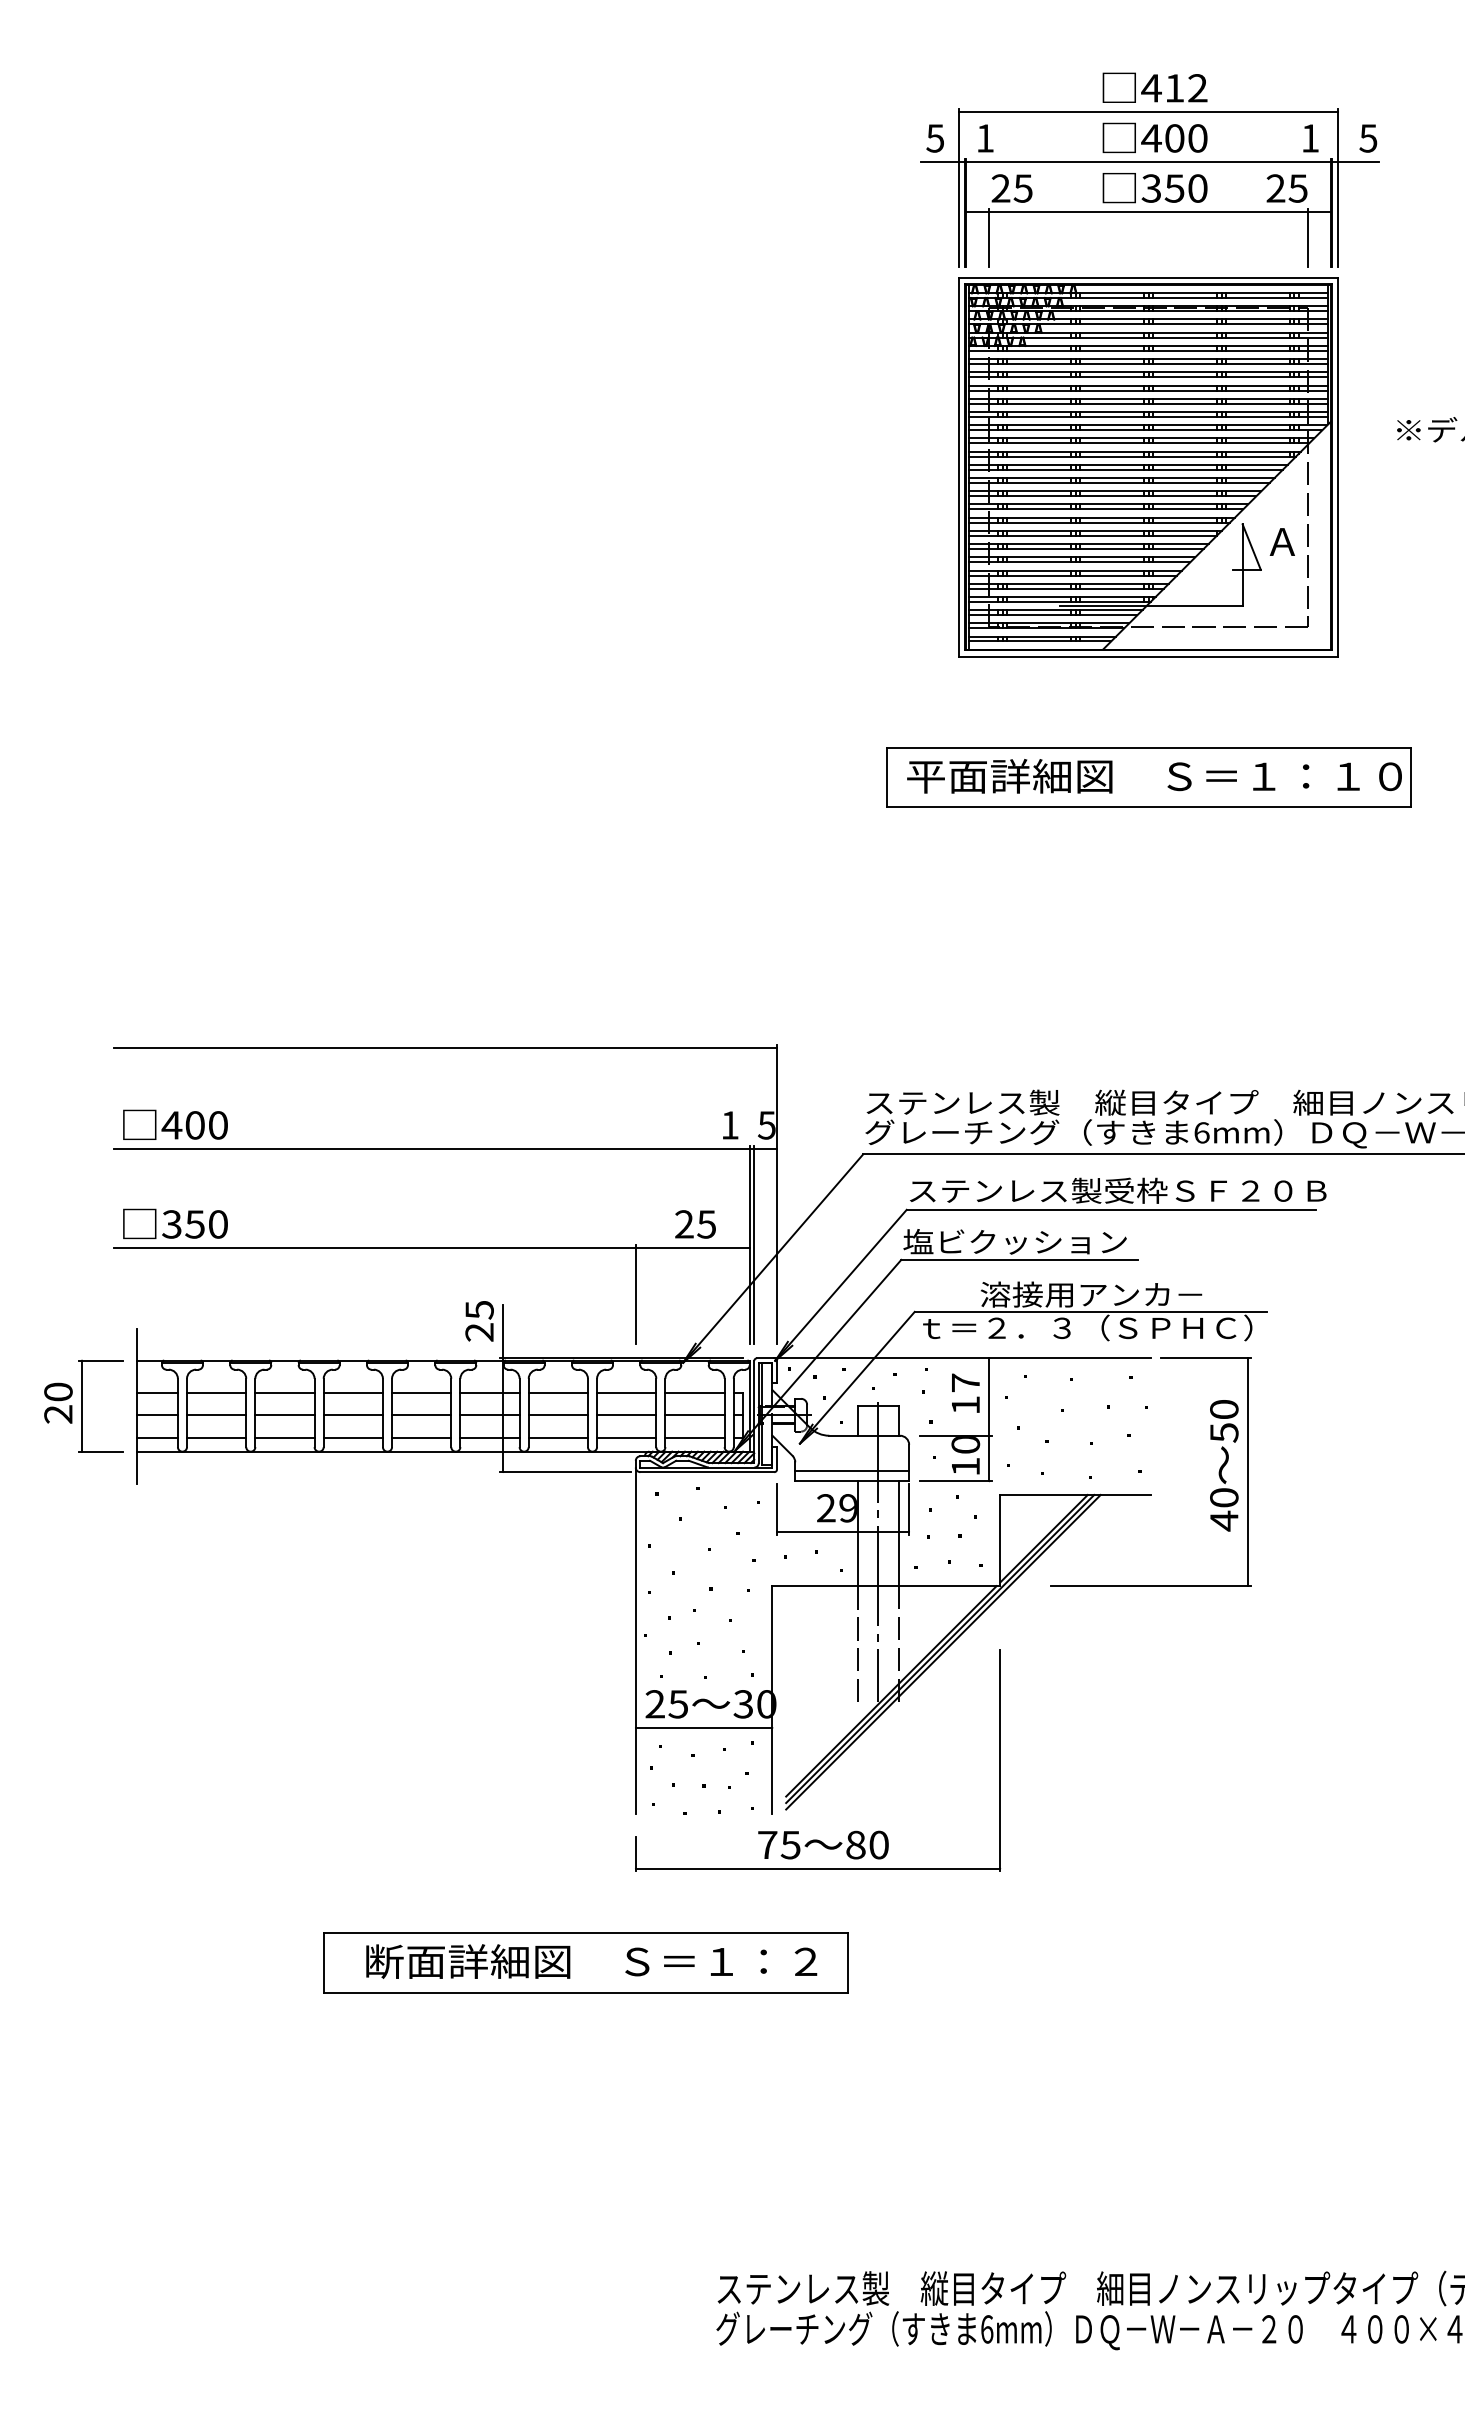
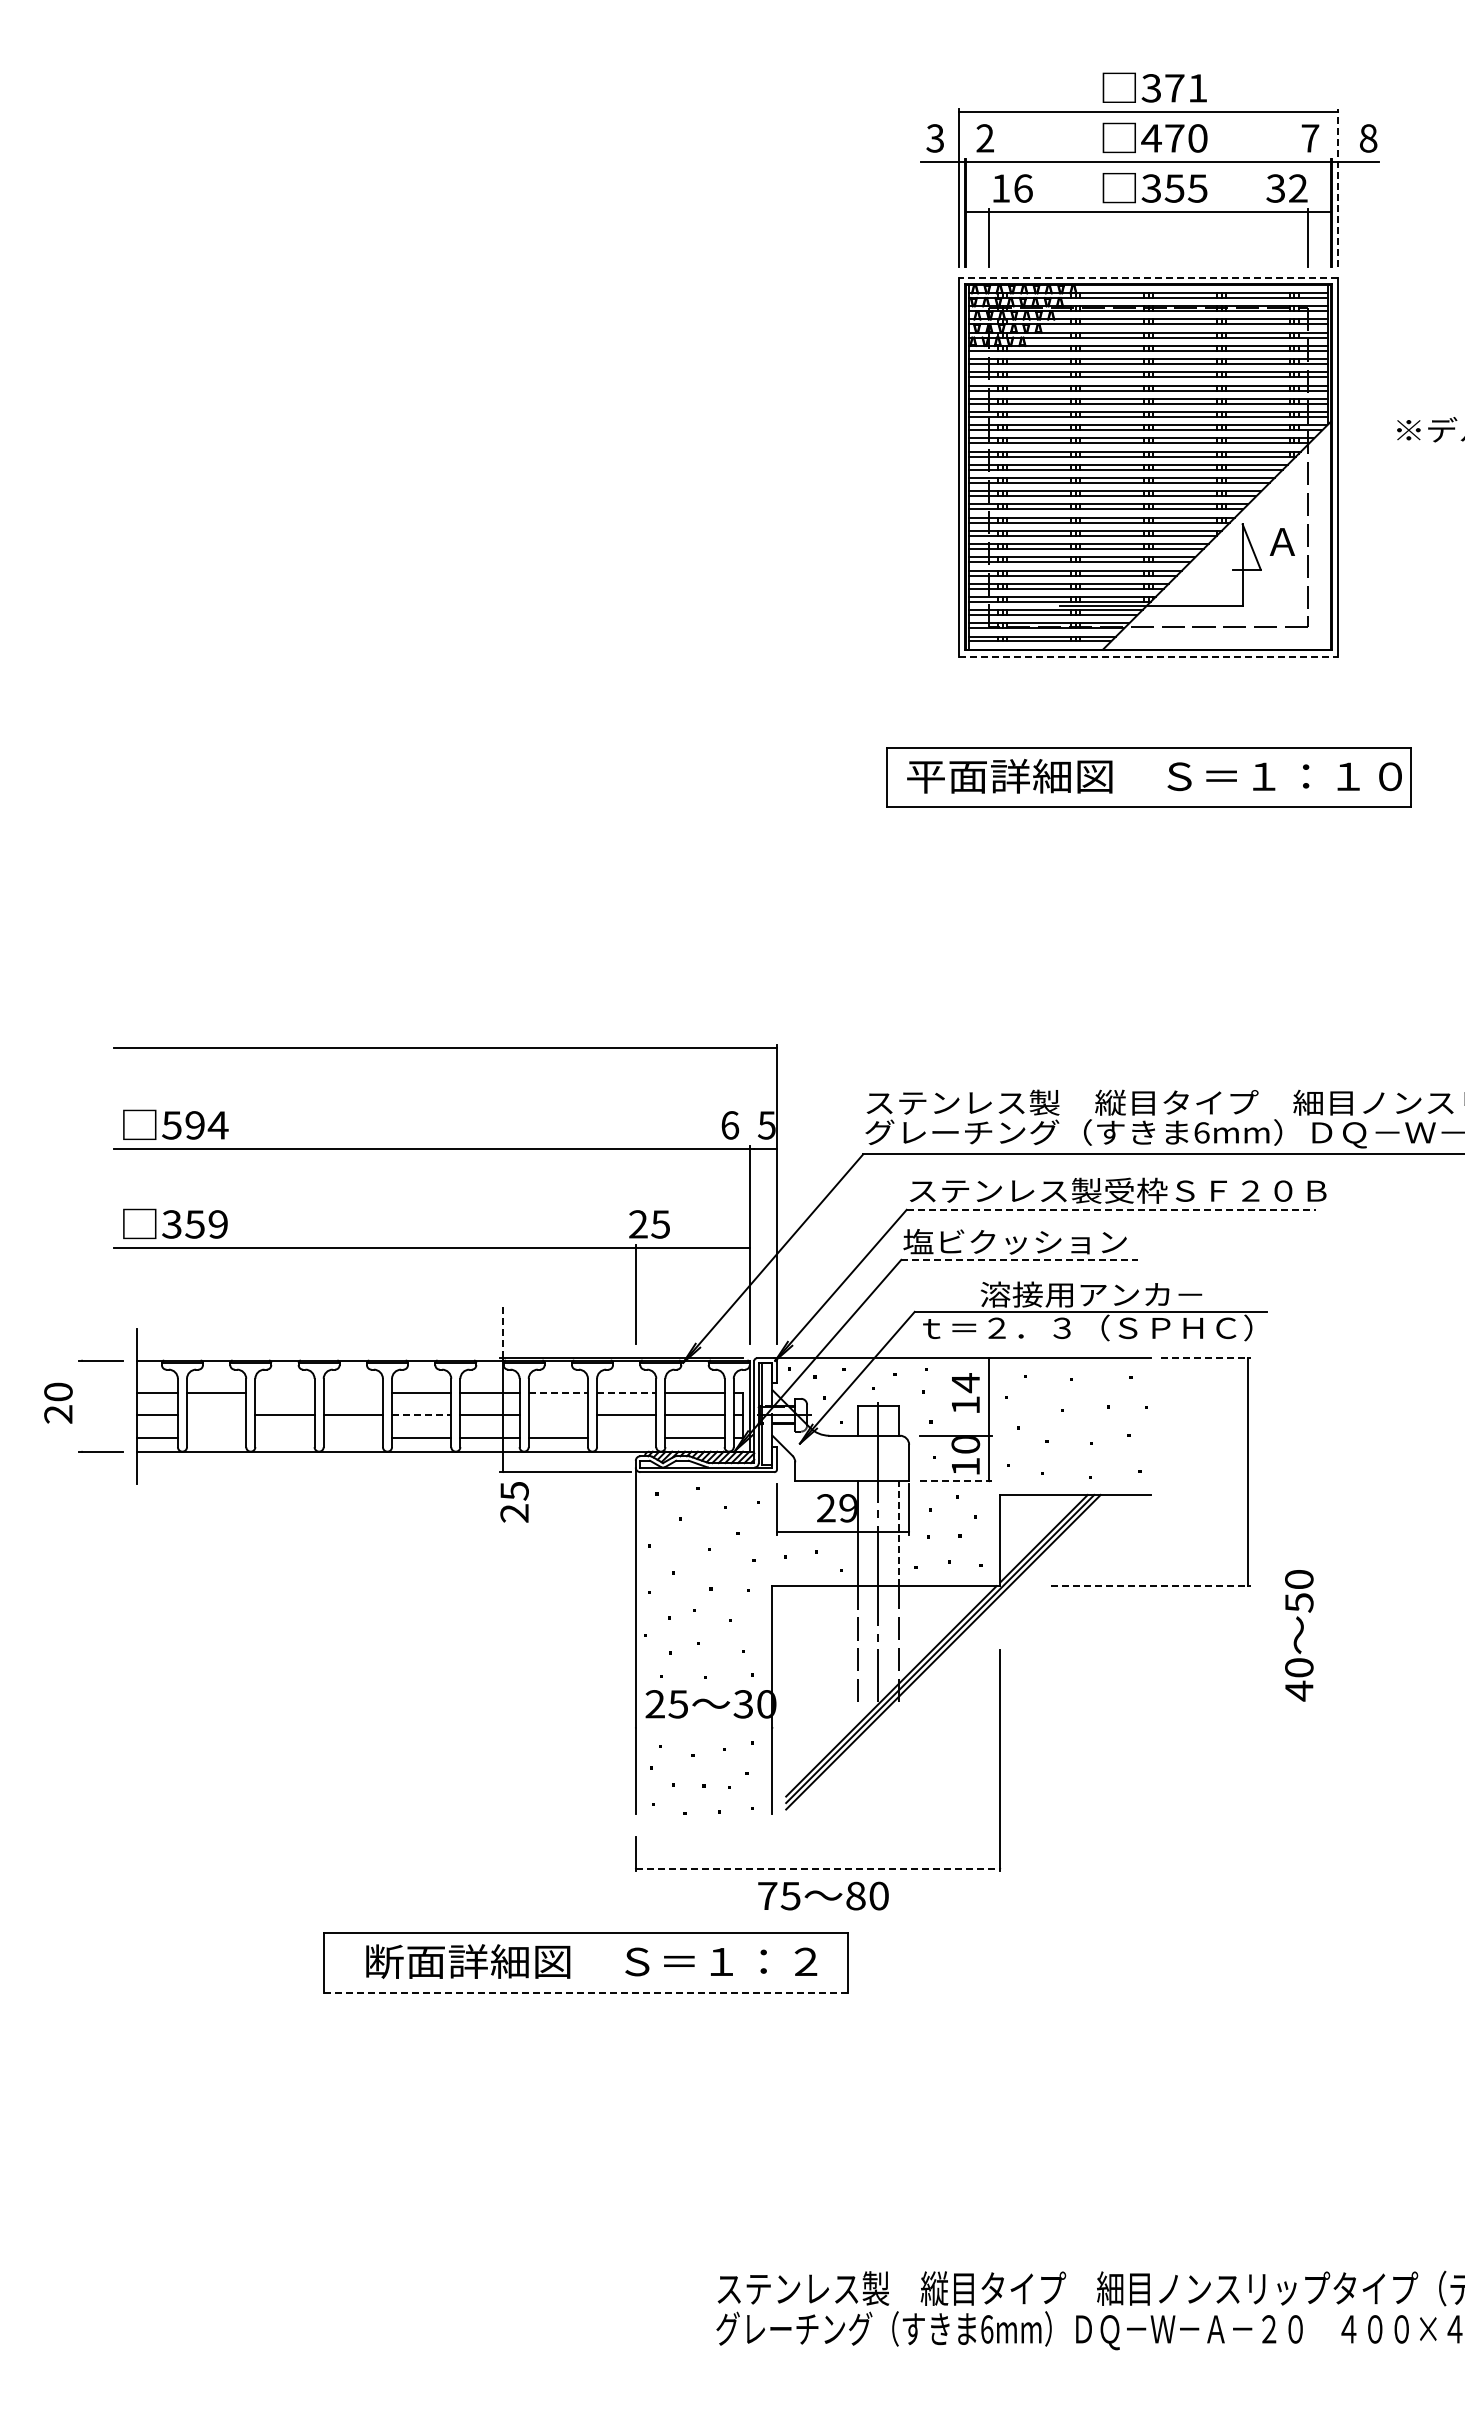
text at (1174, 88): 412 -> 371
text at (934, 138): 5 -> 3
text at (984, 138): 1 -> 2
text at (1174, 138): 400 -> 470
text at (1310, 138): 1 -> 7
text at (1368, 138): 5 -> 8
text at (1011, 188): 25 -> 16
text at (1197, 188): 350 -> 355
text at (1286, 188): 25 -> 32
line at (1338, 188): solid -> dashed
line at (1148, 277): solid -> dashed
line at (1148, 656): solid -> dashed
text at (194, 1125): 400 -> 594
text at (730, 1125): 1 -> 6
line at (1111, 1209): solid -> dashed
text at (217, 1224): 350 -> 359
text at (695, 1224) position: (695, 1224) -> (649, 1224)
line at (754, 1245): present -> none
line at (1020, 1259): solid -> dashed
text at (479, 1321) position: (479, 1321) -> (514, 1502)
line at (503, 1331): solid -> dashed
line at (1205, 1358): solid -> dashed
text at (965, 1383): 17 -> 14
line at (284, 1392): present -> none
line at (352, 1392): present -> none
line at (558, 1392): solid -> dashed
line at (626, 1392): solid -> dashed
line at (82, 1405): present -> none
line at (216, 1415): present -> none
line at (421, 1415): solid -> dashed
line at (557, 1415): present -> none
line at (216, 1437): present -> none
line at (284, 1437): present -> none
line at (352, 1437): present -> none
line at (626, 1437): present -> none
text at (1224, 1465) position: (1224, 1465) -> (1299, 1635)
line at (852, 1470): present -> none
line at (956, 1481): solid -> dashed
line at (898, 1533): solid -> dashed
line at (1150, 1586): solid -> dashed
line at (703, 1727): present -> none
text at (823, 1844) position: (823, 1844) -> (823, 1895)
line at (818, 1868): solid -> dashed
line at (586, 1992): solid -> dashed
